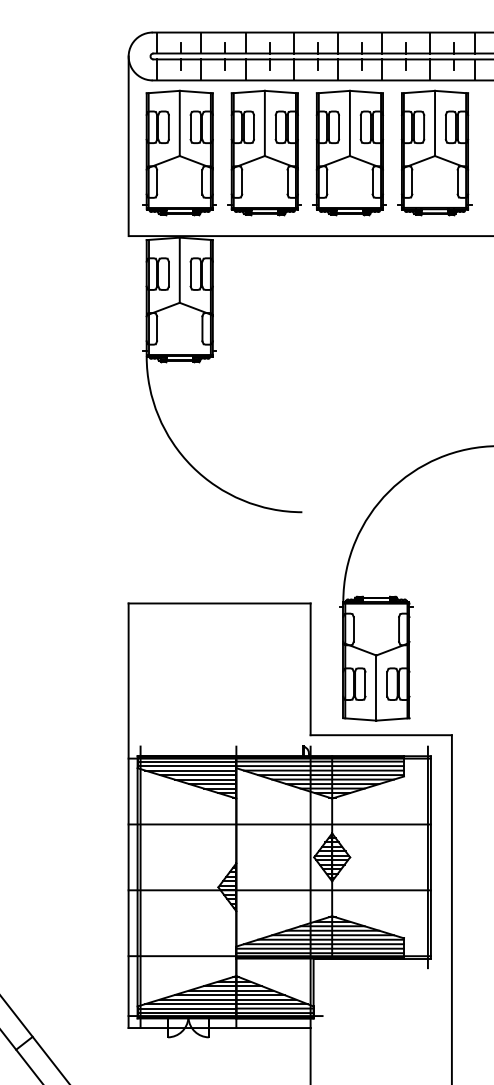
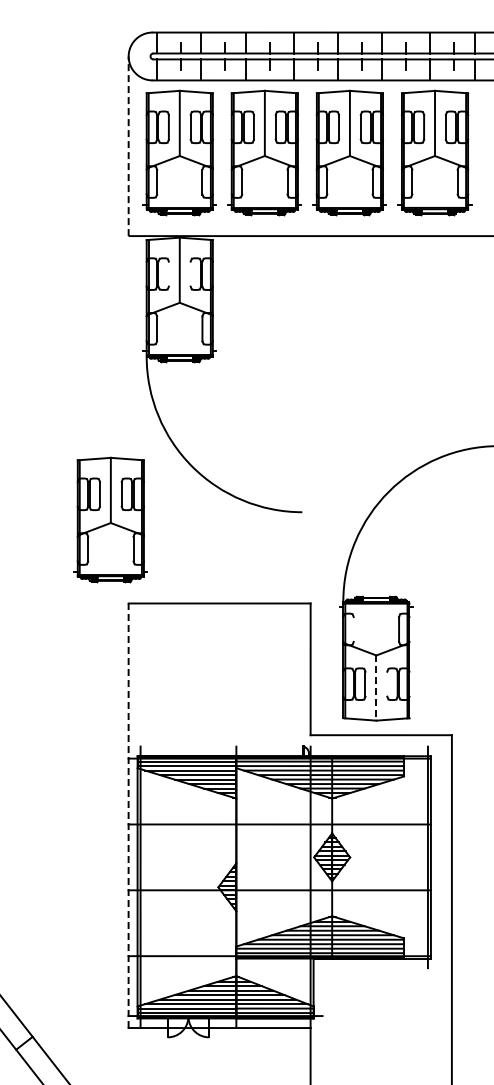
line at (128, 146): solid -> dashed
line at (168, 273): present -> none
line at (190, 273): present -> none
part at (110, 519): none -> present
line at (353, 629): present -> none
line at (387, 683): present -> none
line at (376, 688): solid -> dashed
line at (128, 815): solid -> dashed
